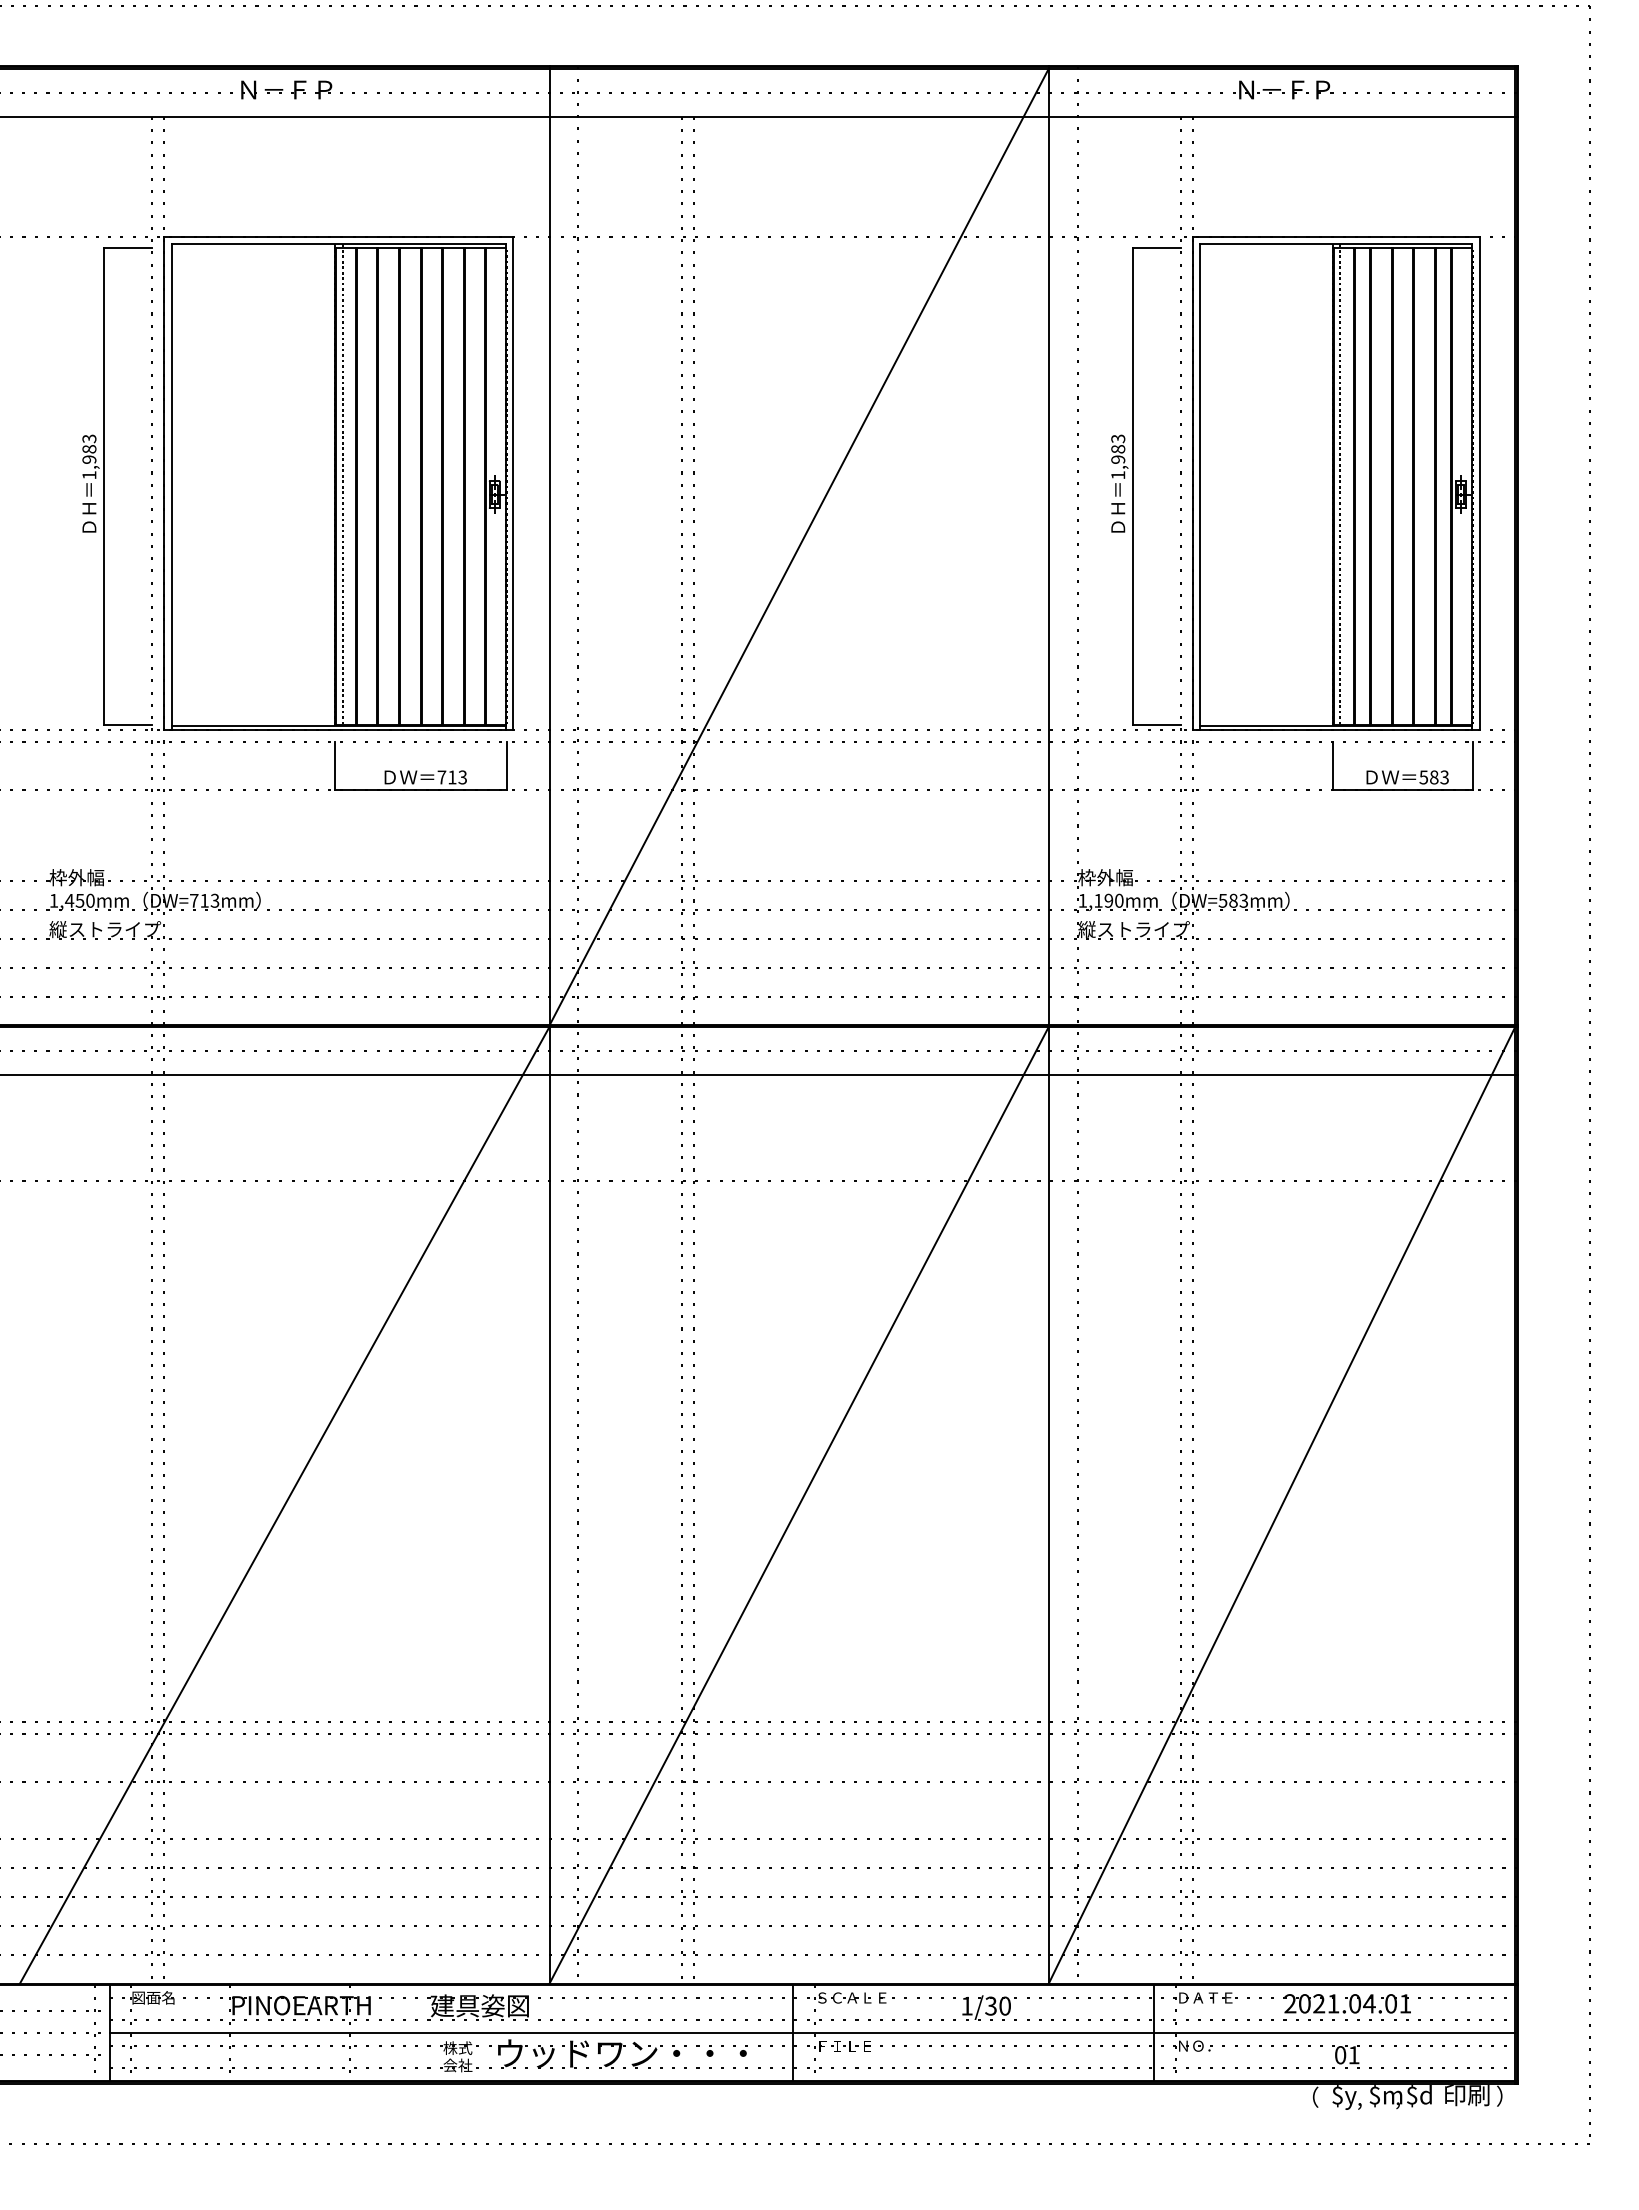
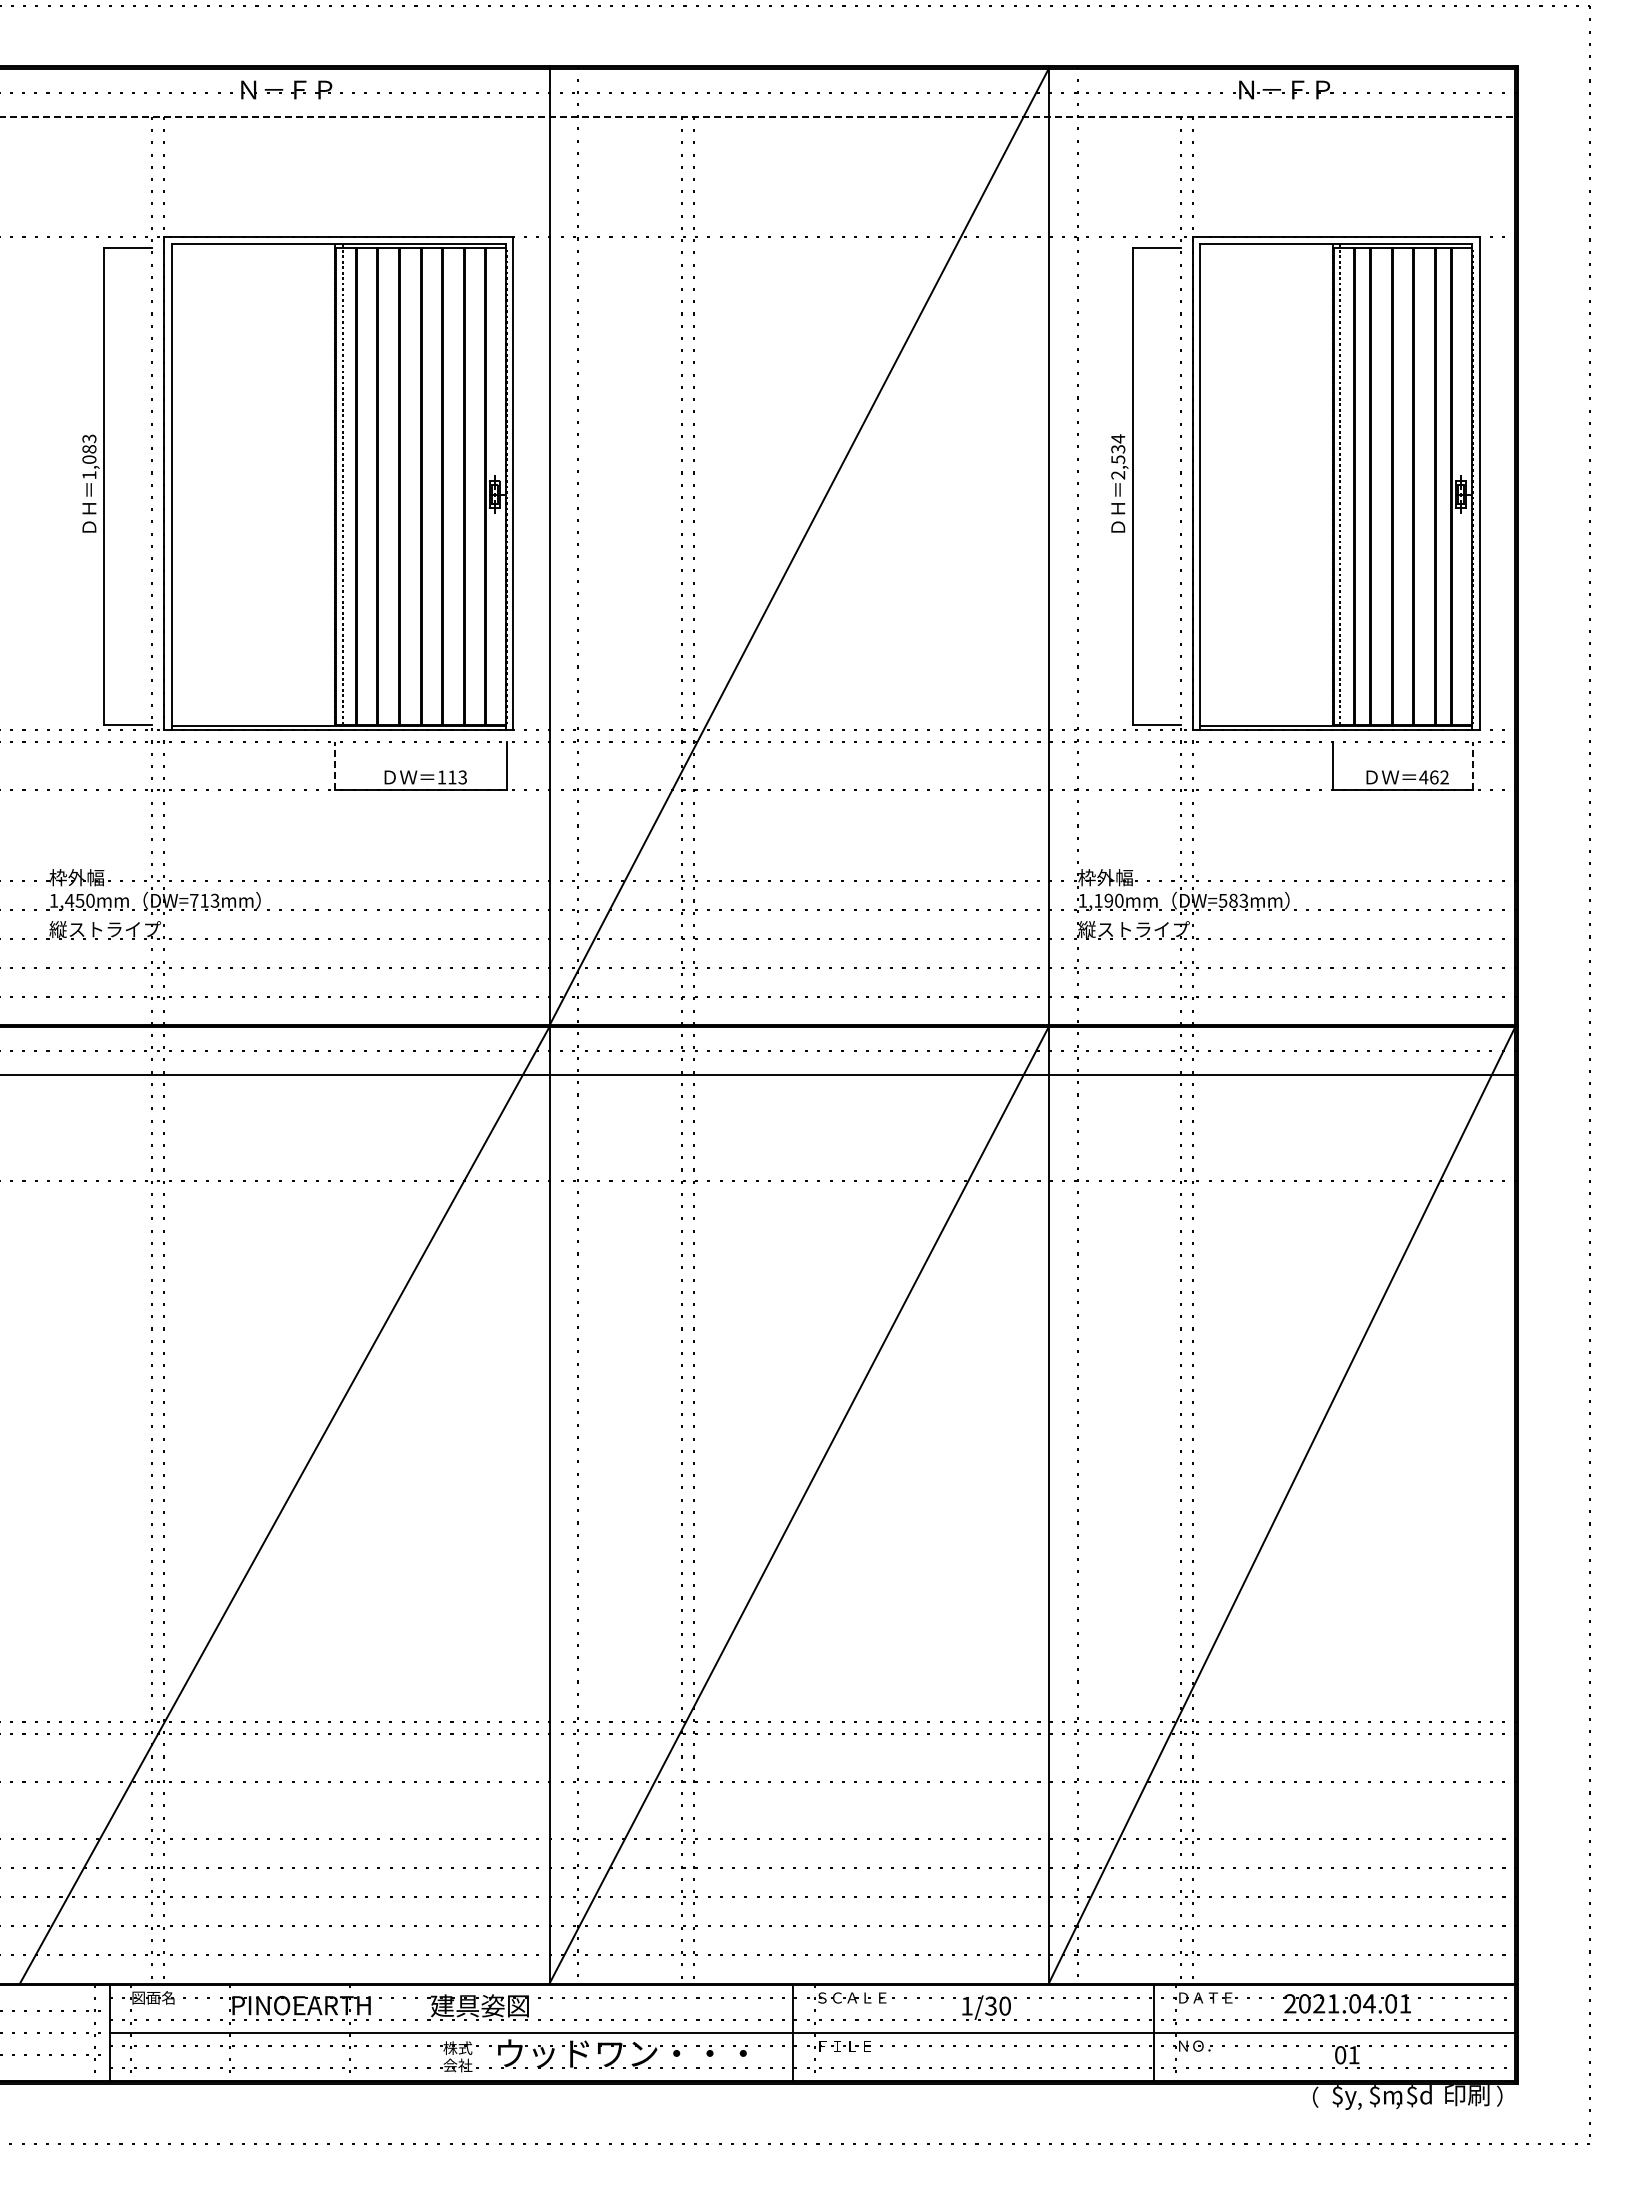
line at (758, 116): solid -> dashed
text at (1118, 456): 1,983 -> 2,534
text at (89, 459): 1,983 -> 1,083
line at (335, 765): solid -> dashed
line at (1473, 765): solid -> dashed
text at (441, 777): 713 -> 113
text at (1433, 777): 583 -> 462
